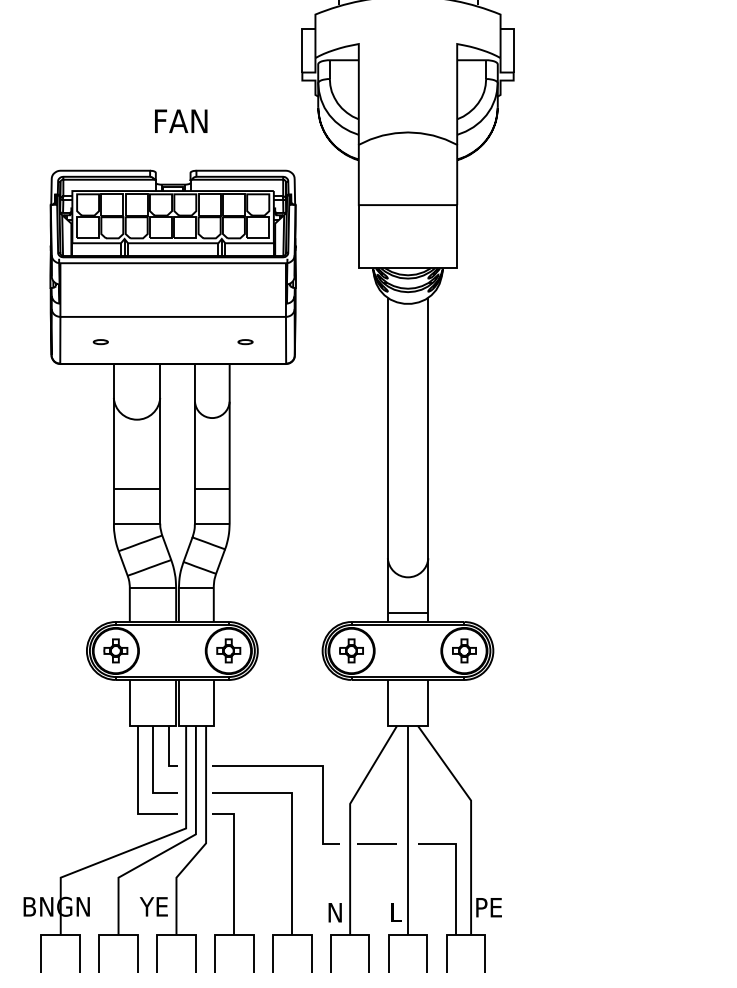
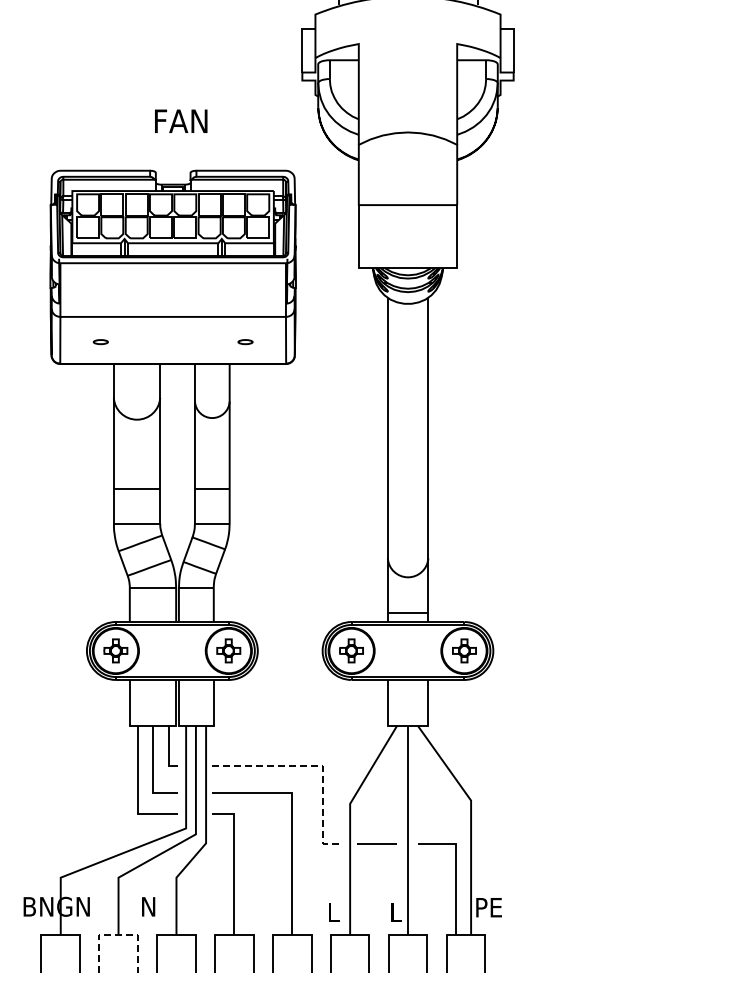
line at (316, 765): solid -> dashed
text at (153, 906): YE -> N
text at (334, 912): N -> L
line at (119, 934): solid -> dashed
